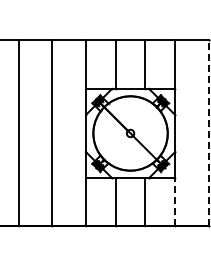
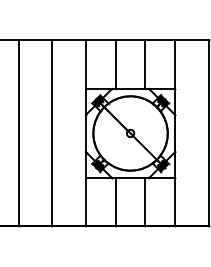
line at (208, 133): dashed -> solid
line at (175, 201): dashed -> solid
